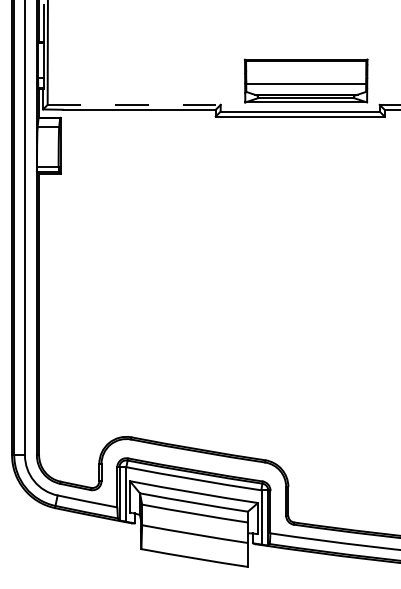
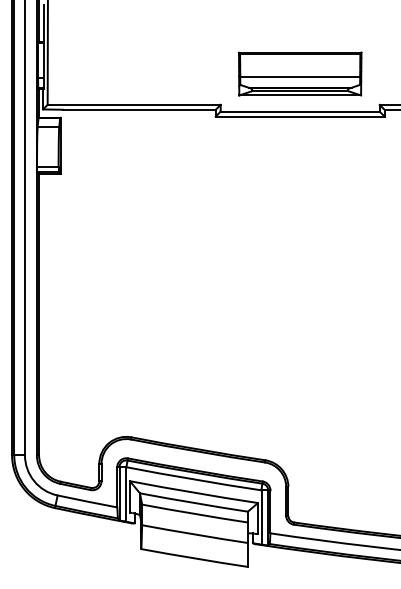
part at (306, 80) position: (306, 80) -> (300, 73)
line at (134, 104): dashed -> solid
